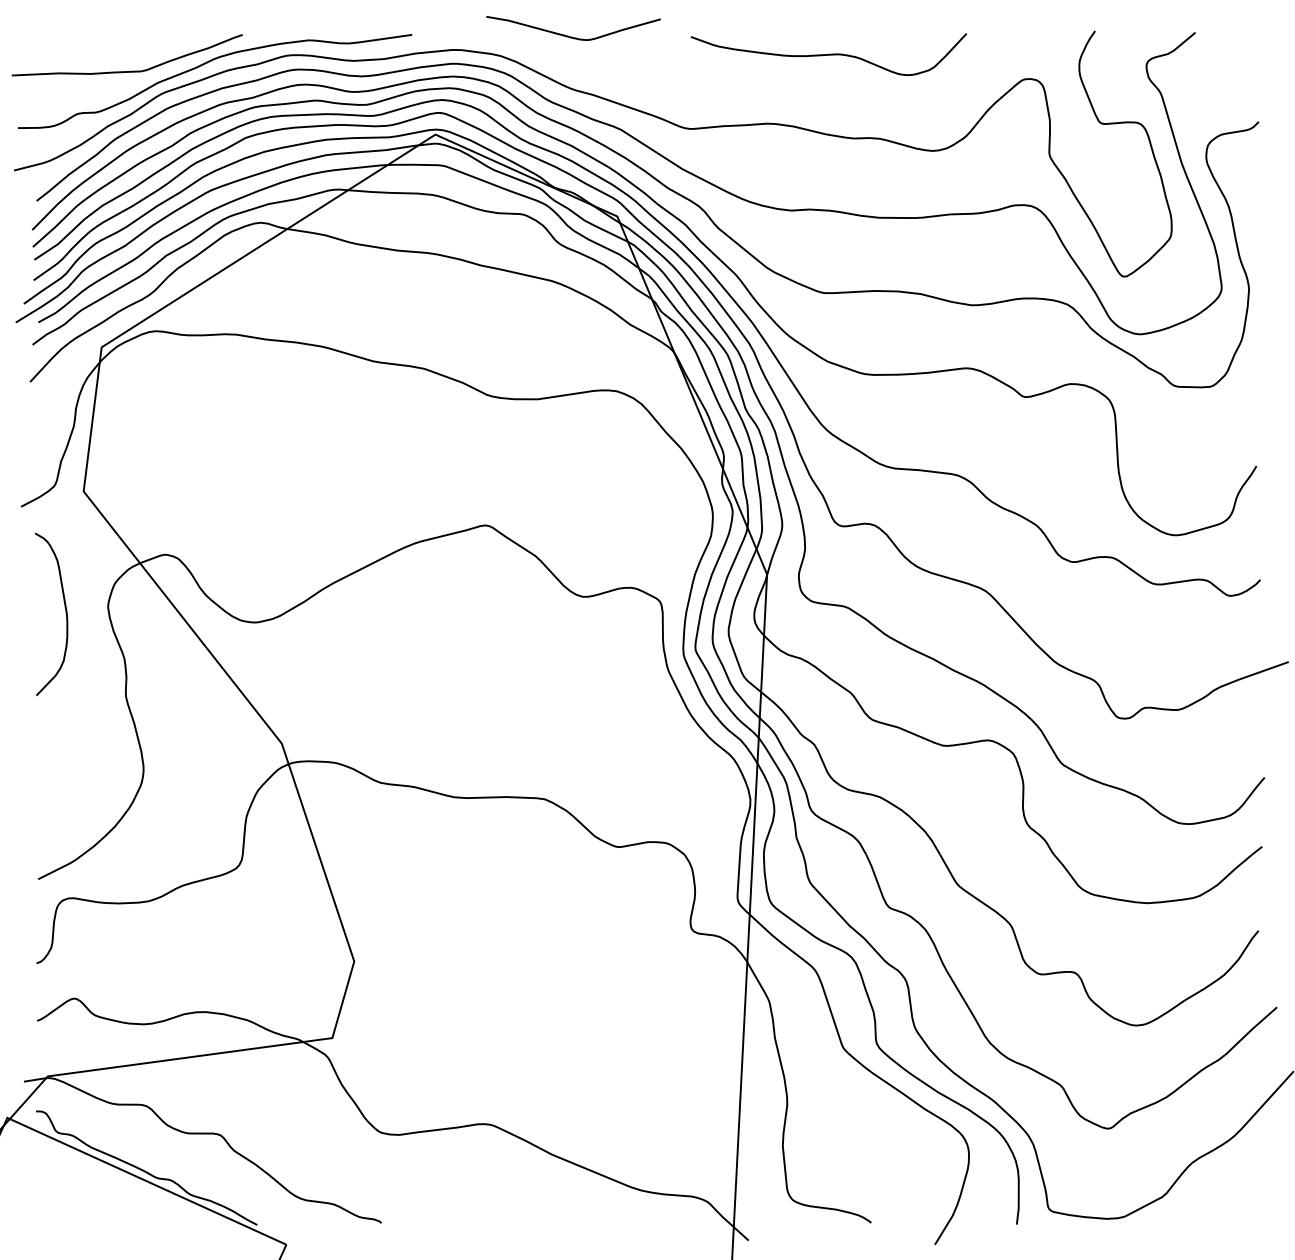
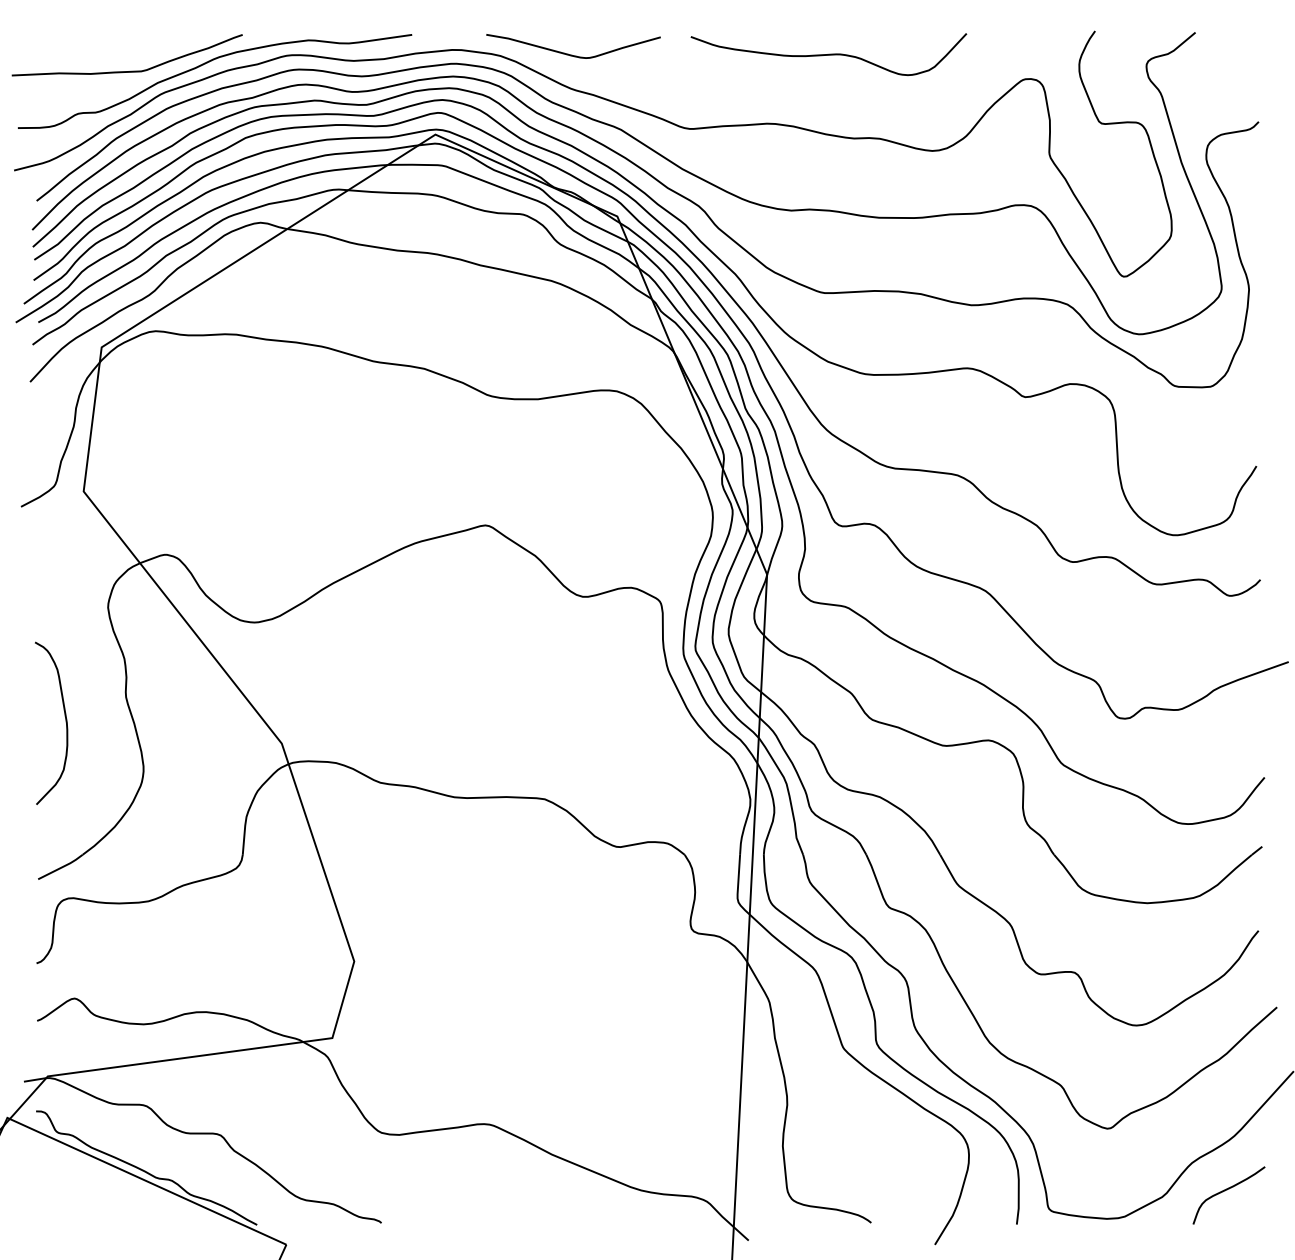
curve at (572, 36) position: (572, 36) -> (572, 54)
curve at (65, 613) position: (65, 613) -> (65, 722)
curve at (1225, 1191): none -> present
